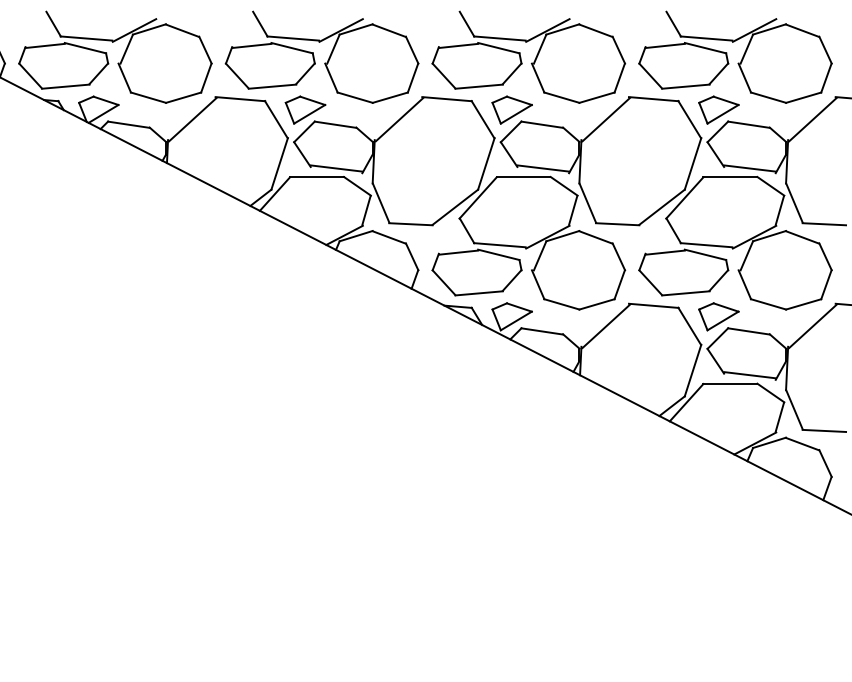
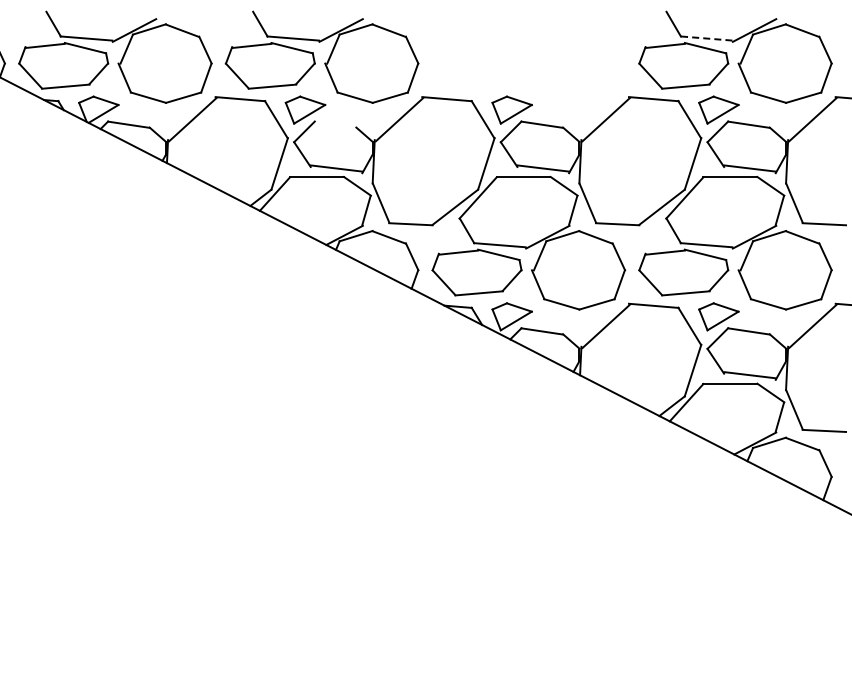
line at (706, 38): solid -> dashed
part at (534, 59): present -> none
line at (335, 124): present -> none
